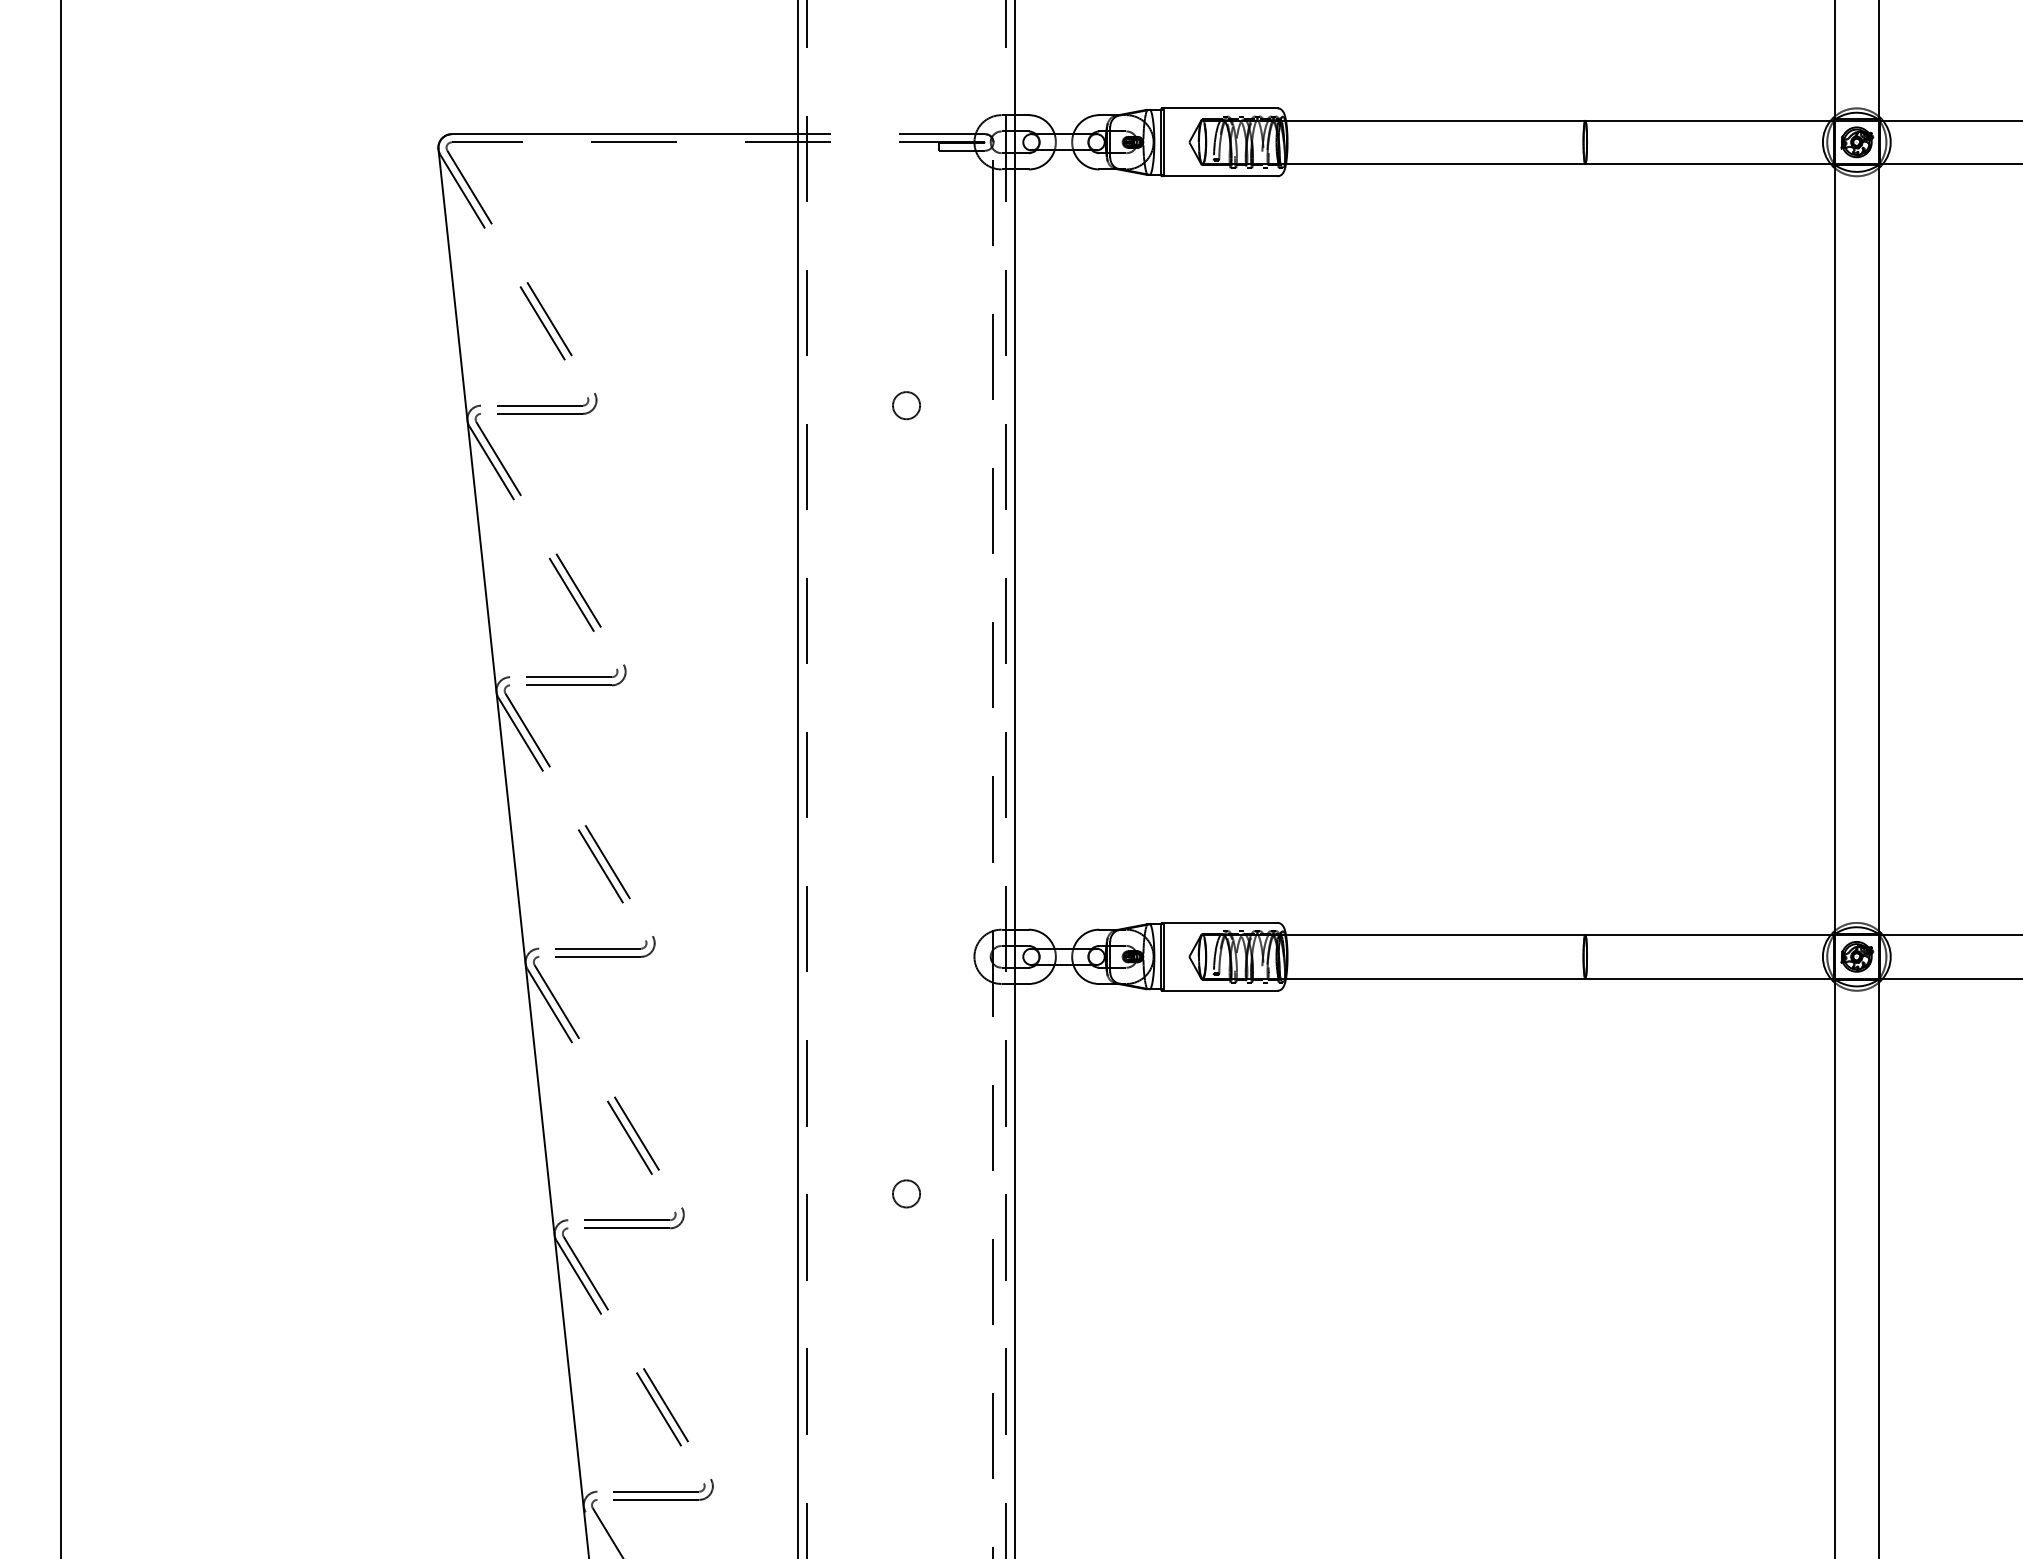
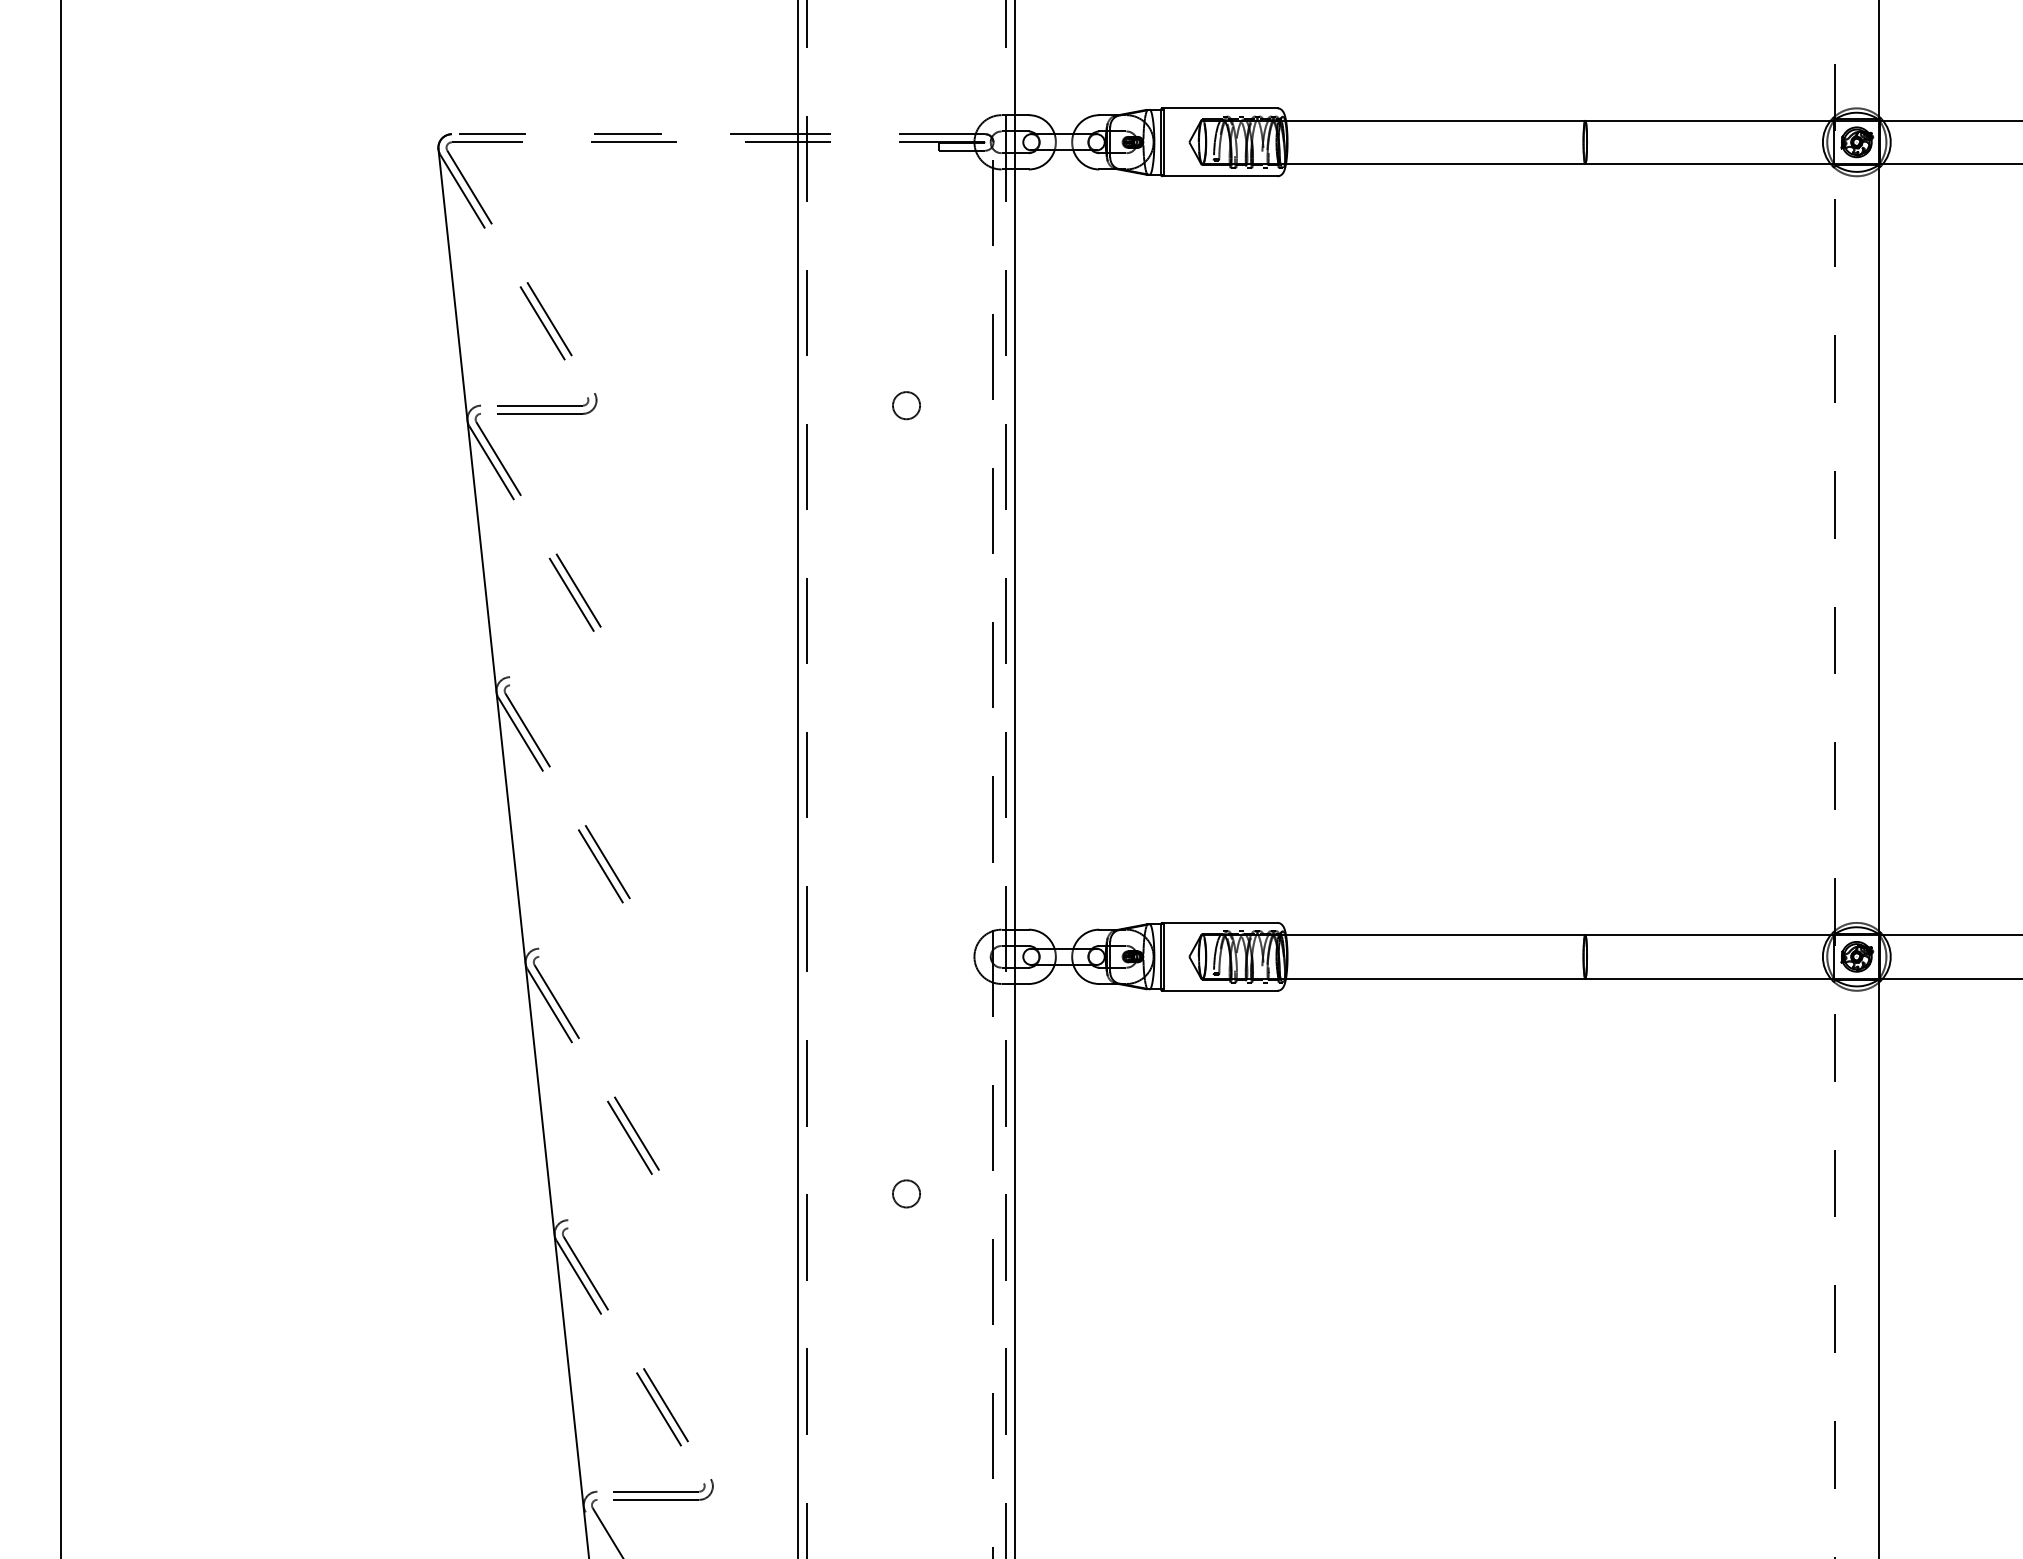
line at (624, 134): solid -> dashed
part at (576, 675): present -> none
line at (1835, 780): solid -> dashed
part at (605, 946): present -> none
part at (634, 1218): present -> none
